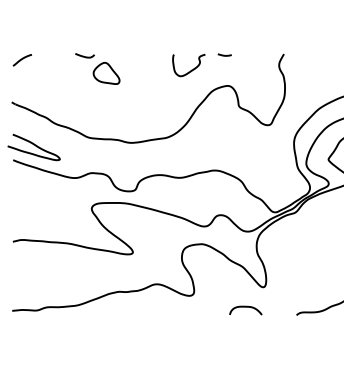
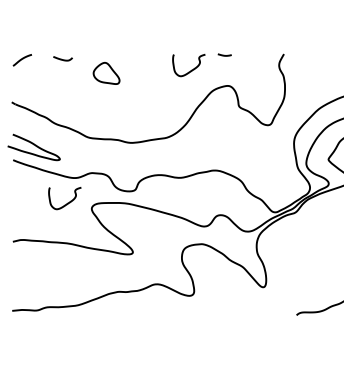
curve at (83, 55) position: (83, 55) -> (61, 58)
curve at (67, 202): none -> present
curve at (245, 307): present -> none
